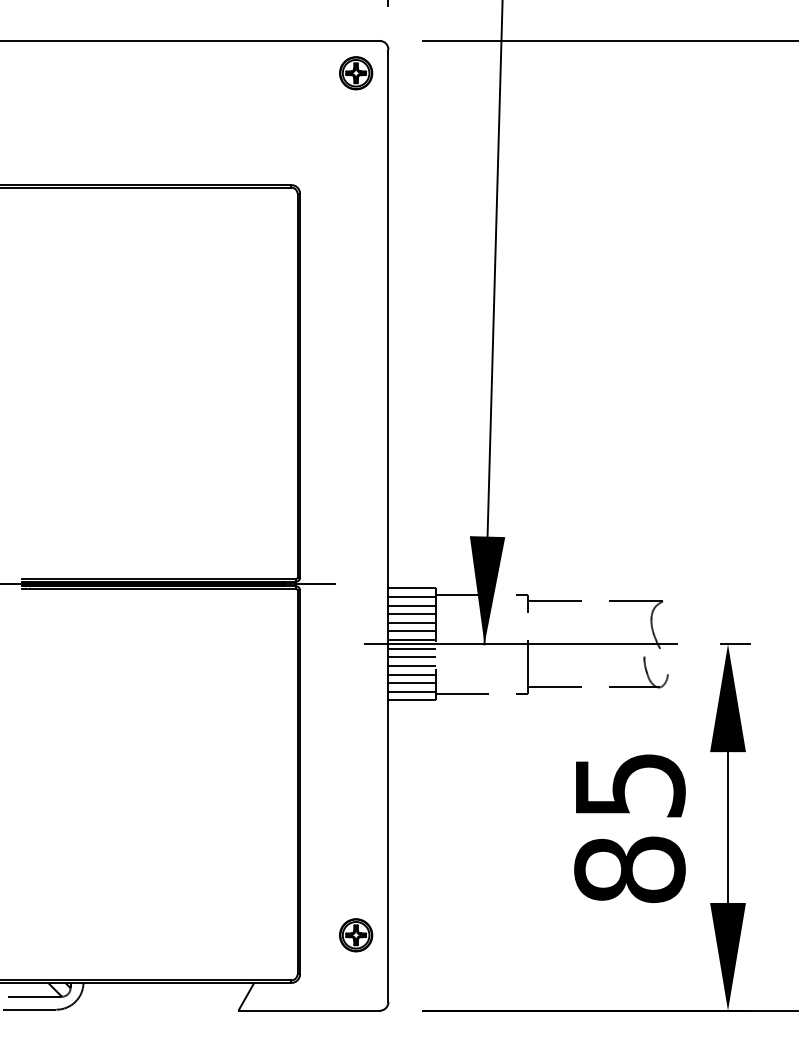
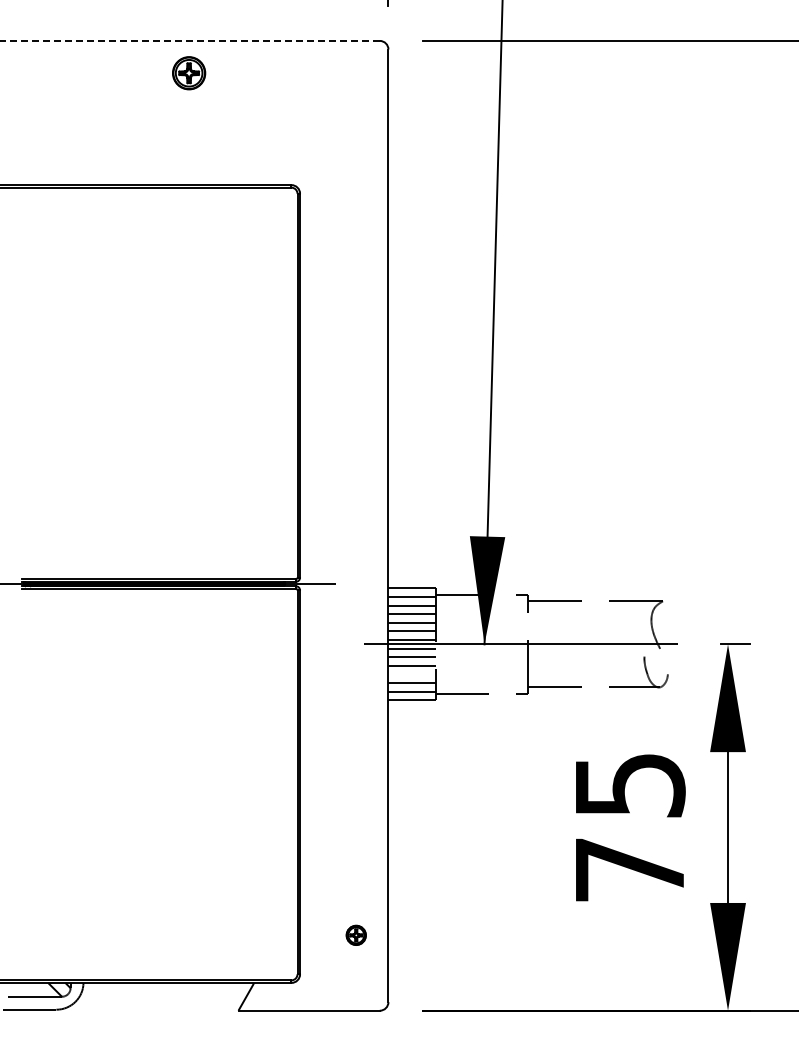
line at (189, 40): solid -> dashed
part at (356, 73) position: (356, 73) -> (189, 73)
line at (411, 674): present -> none
text at (629, 869): 85 -> 75
part at (356, 935) size: 35x35 px -> 22x22 px
